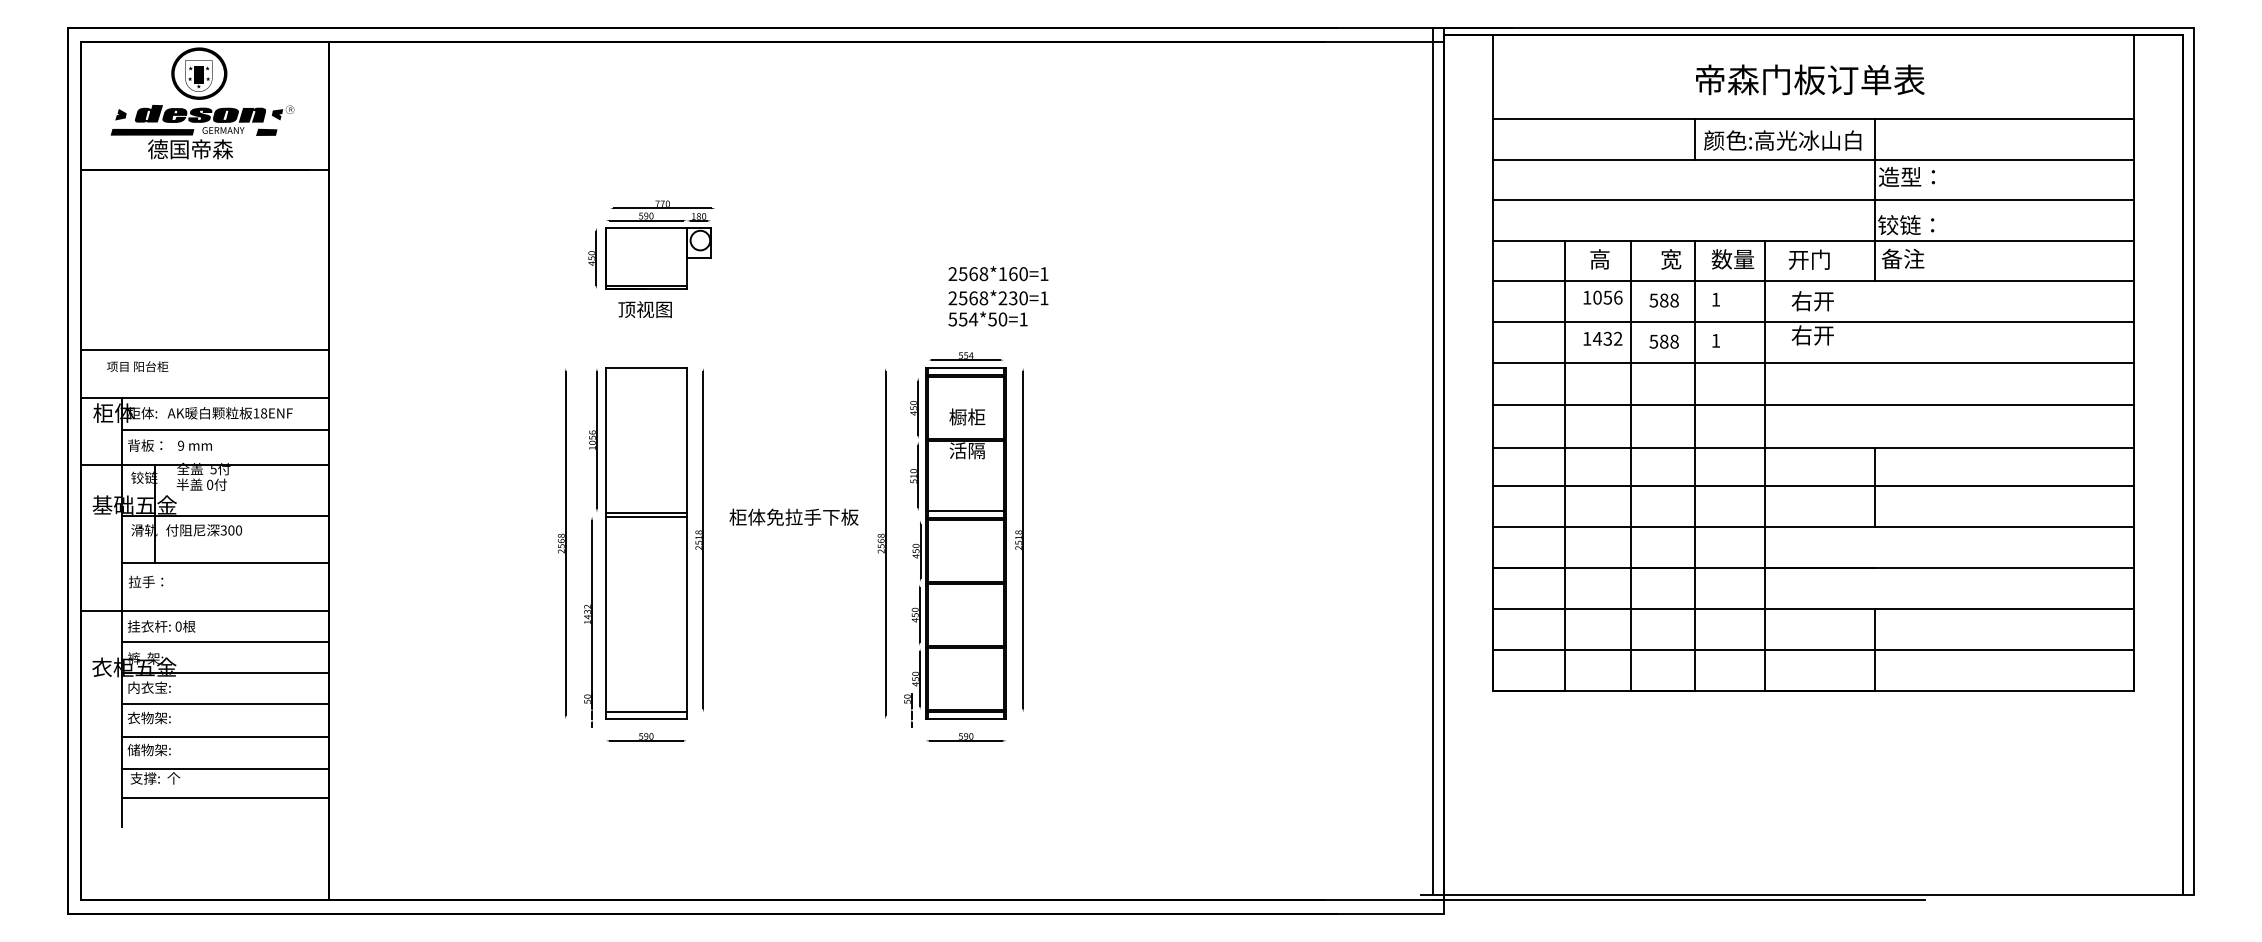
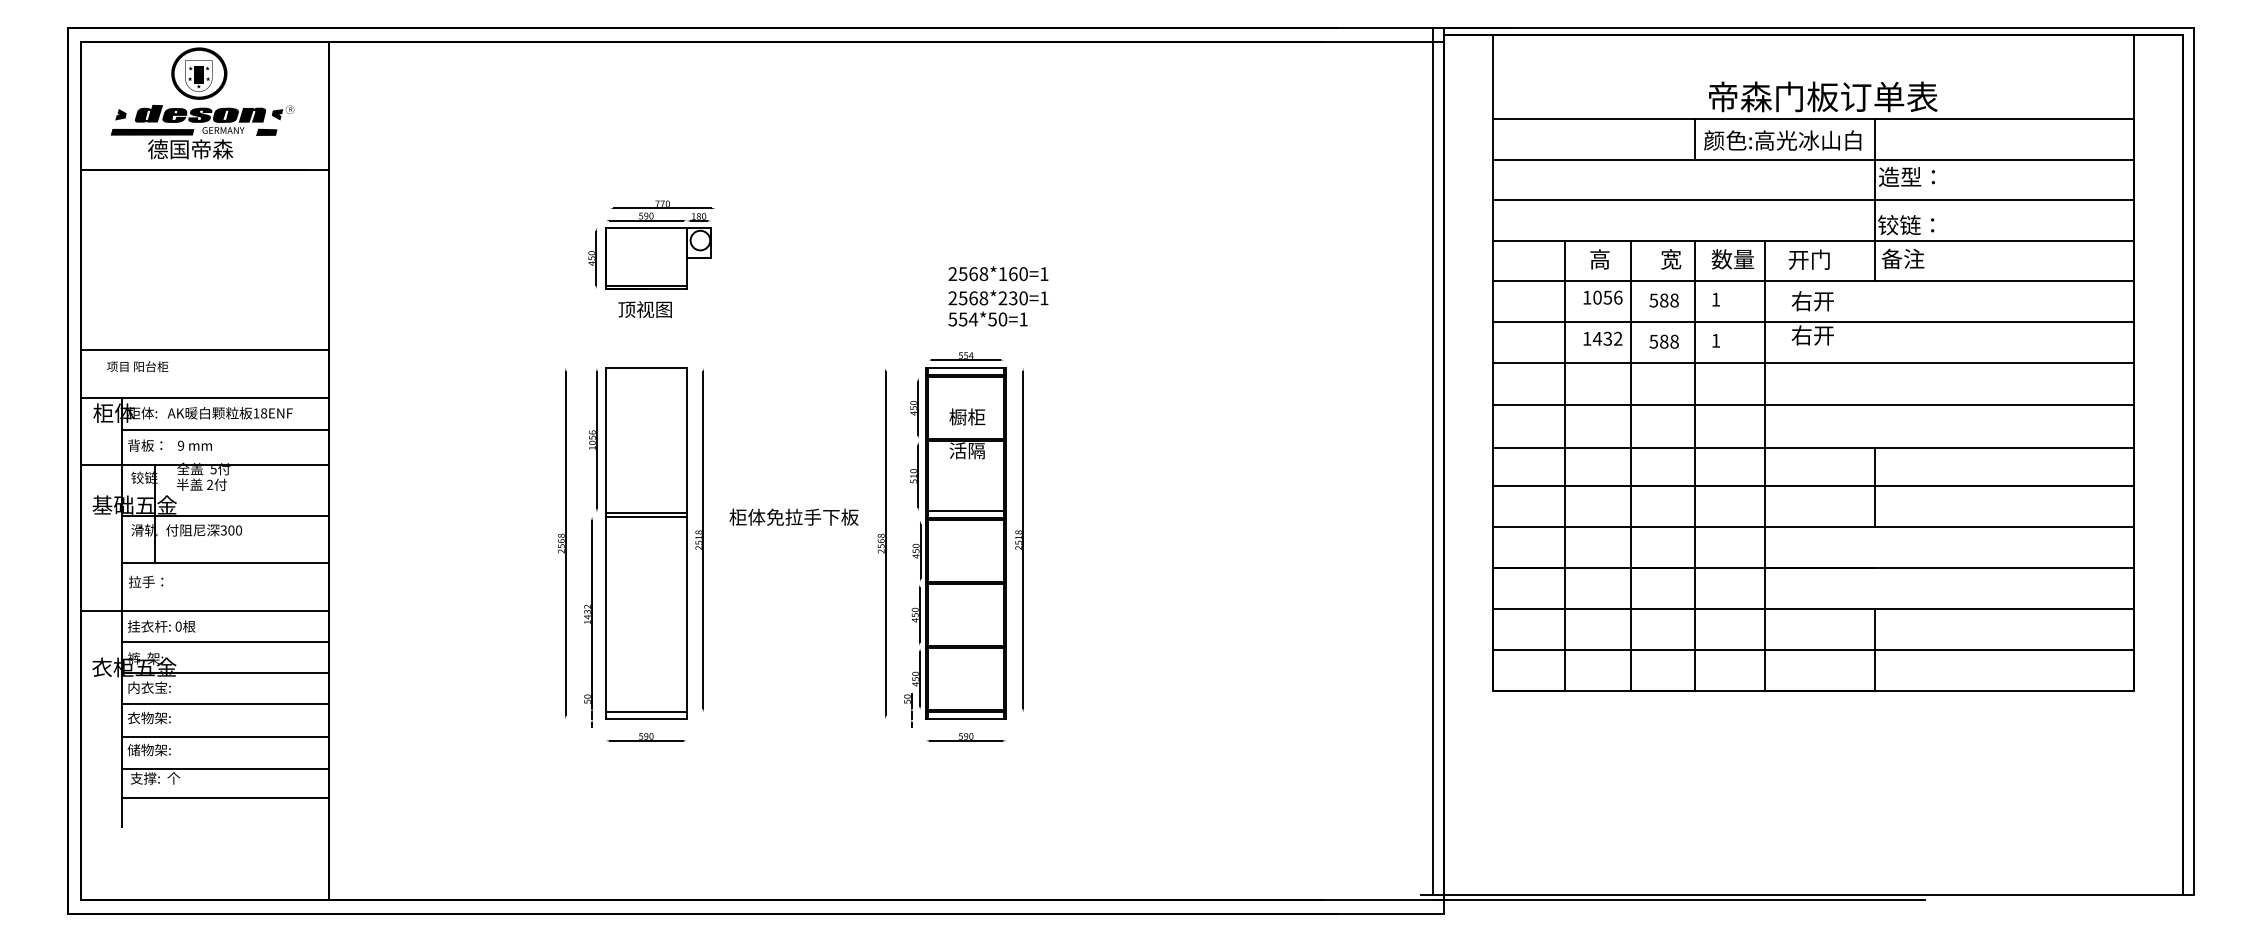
text at (1810, 79) position: (1810, 79) -> (1823, 96)
text at (210, 484): 0 -> 2
